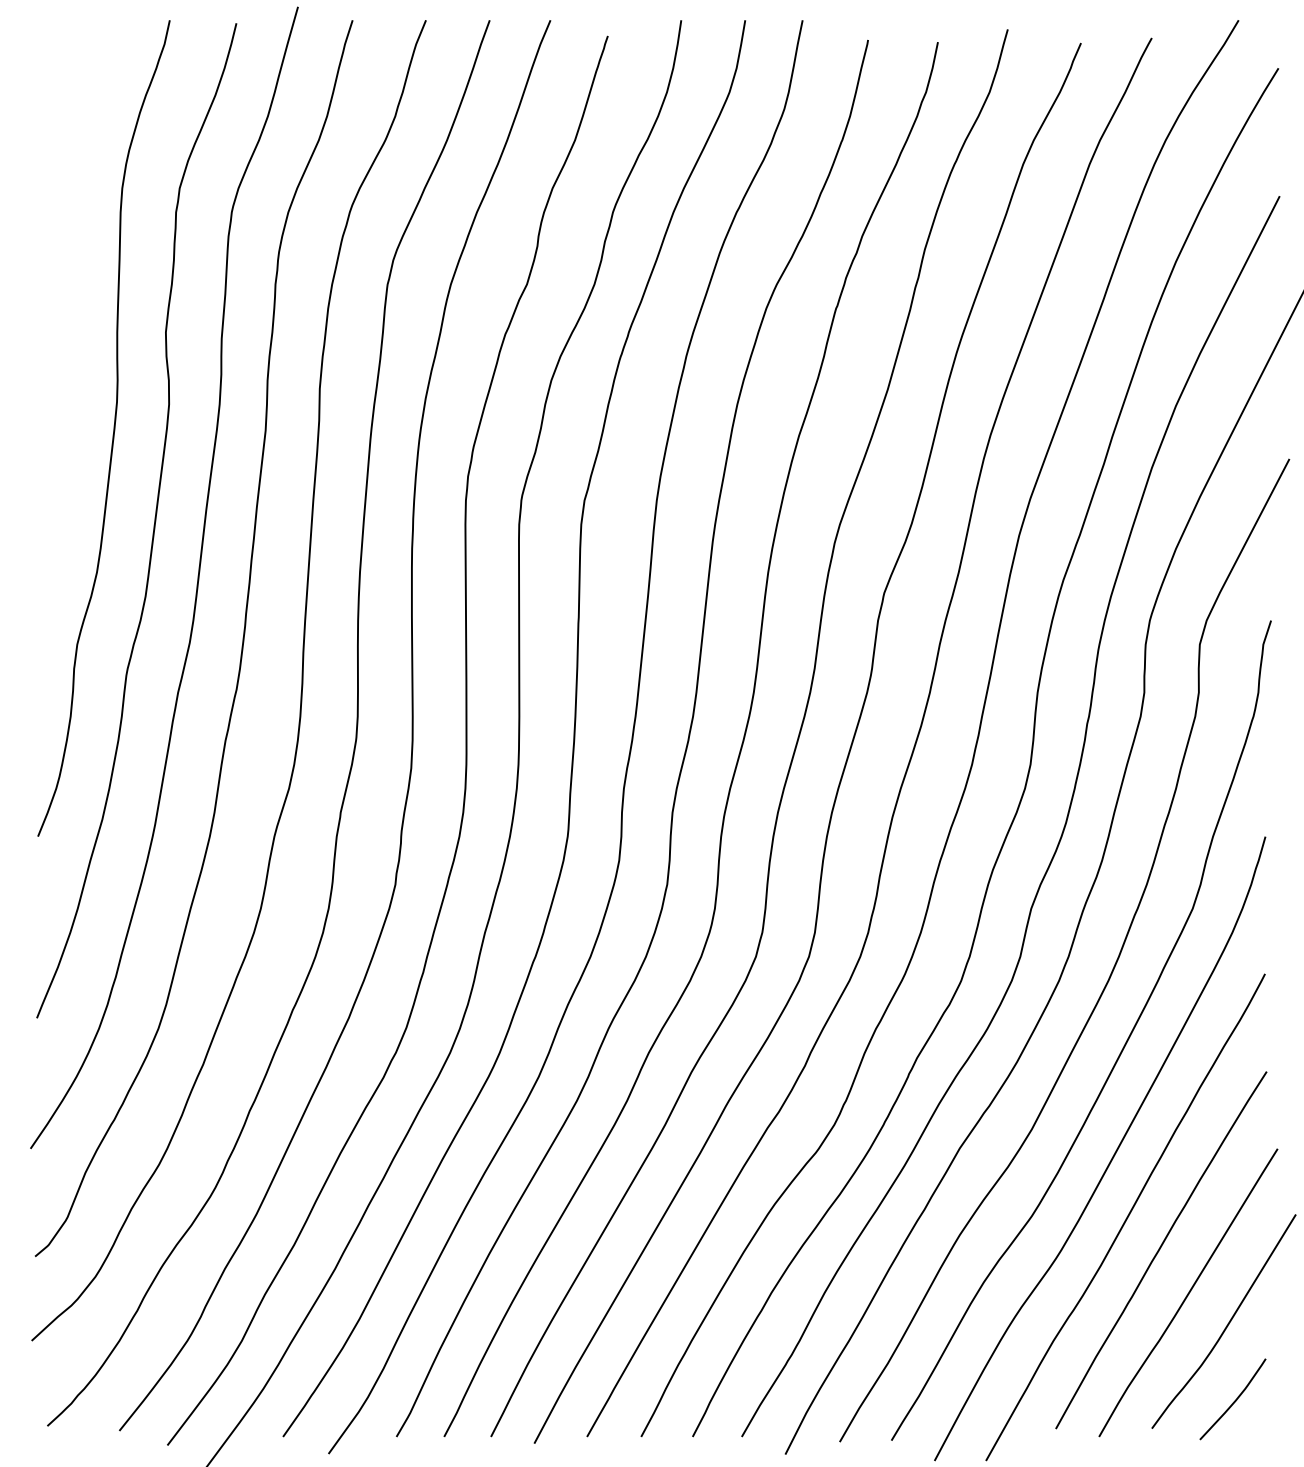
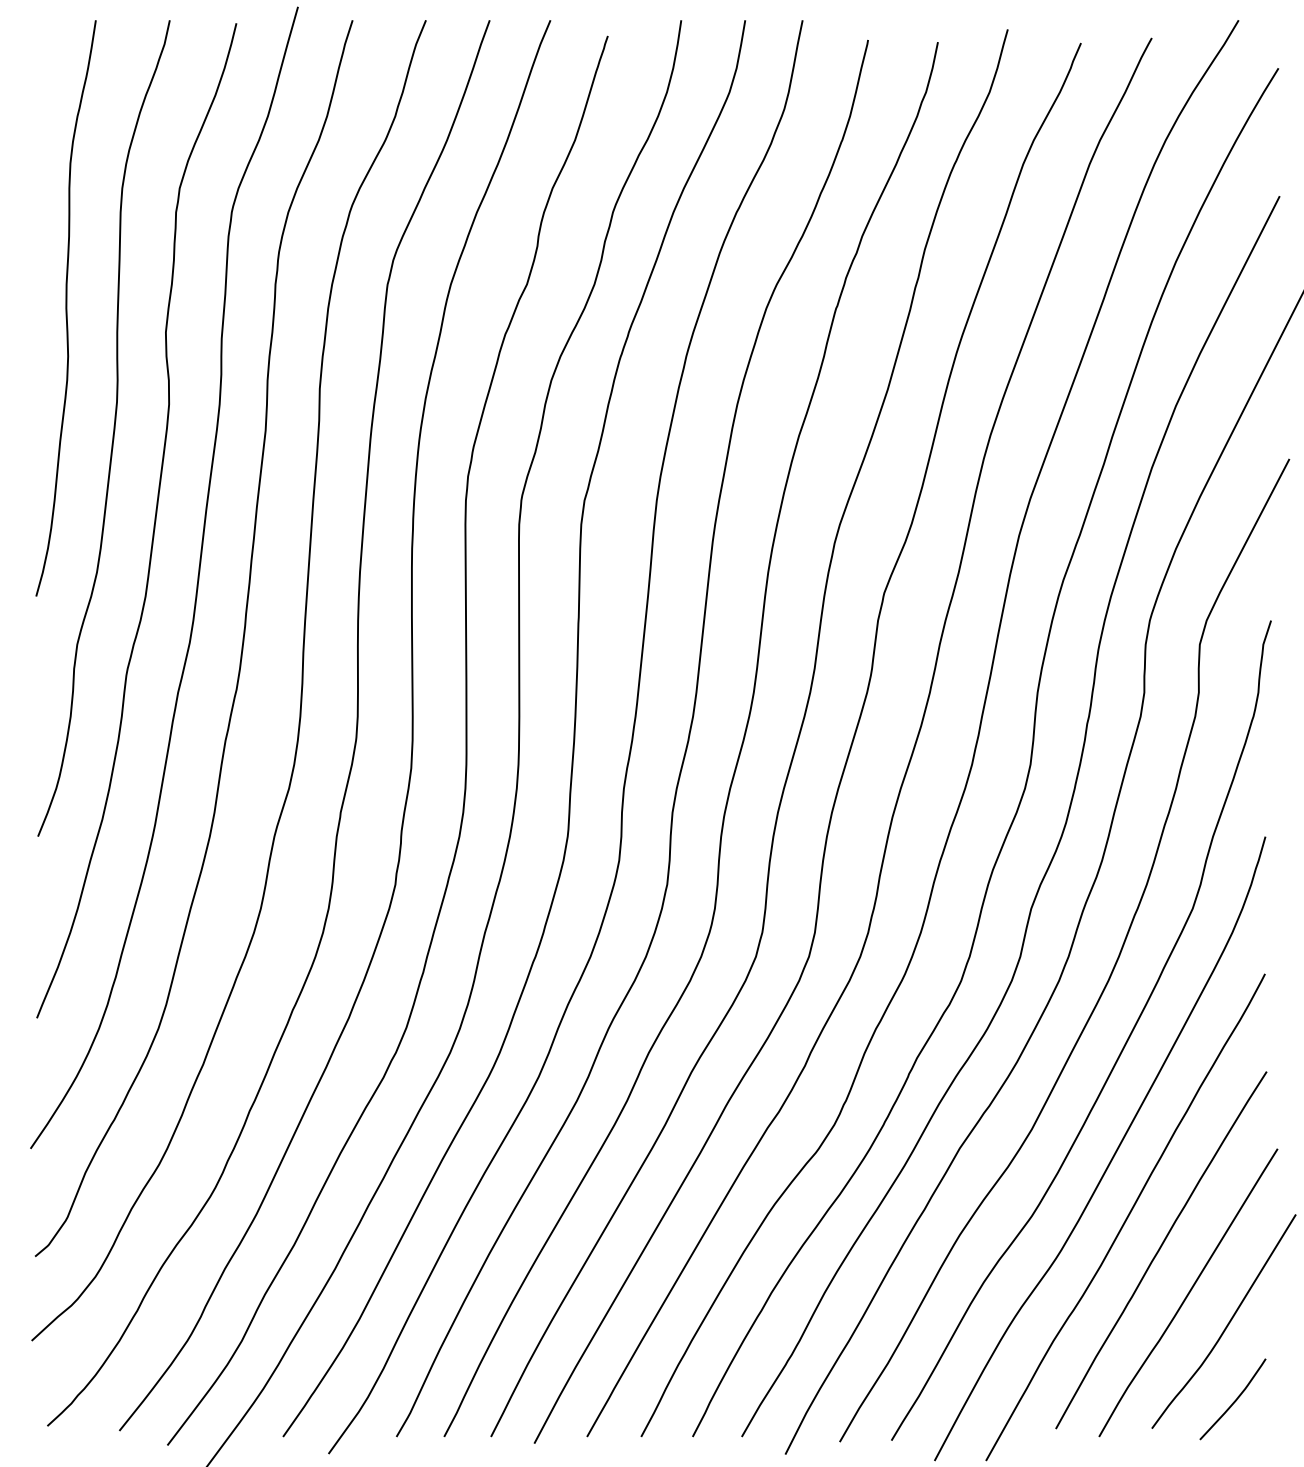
curve at (65, 308): none -> present
